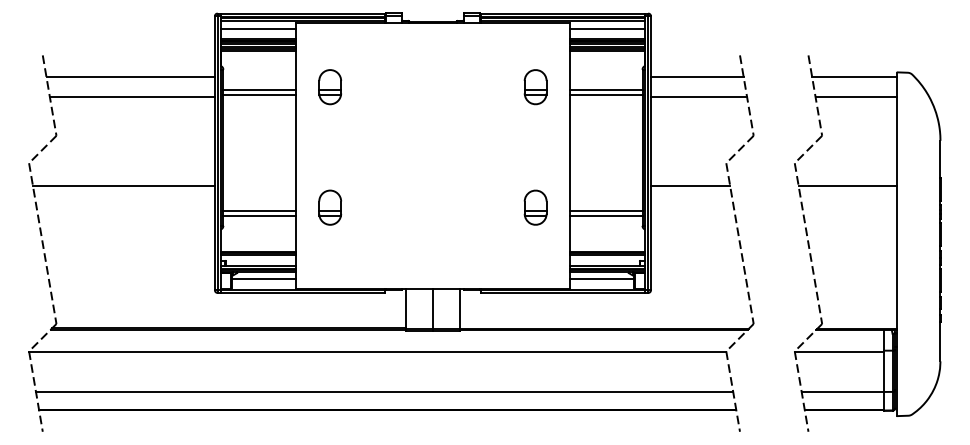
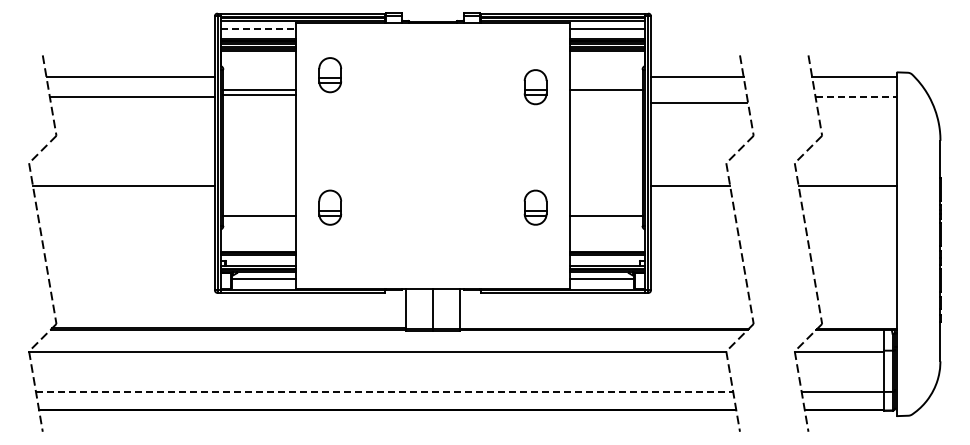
line at (258, 28): solid -> dashed
part at (330, 87) position: (330, 87) -> (330, 75)
line at (605, 95): present -> none
line at (699, 97) position: (699, 97) -> (699, 103)
line at (856, 97): solid -> dashed
line at (259, 211): present -> none
line at (605, 211): present -> none
line at (384, 391): solid -> dashed
